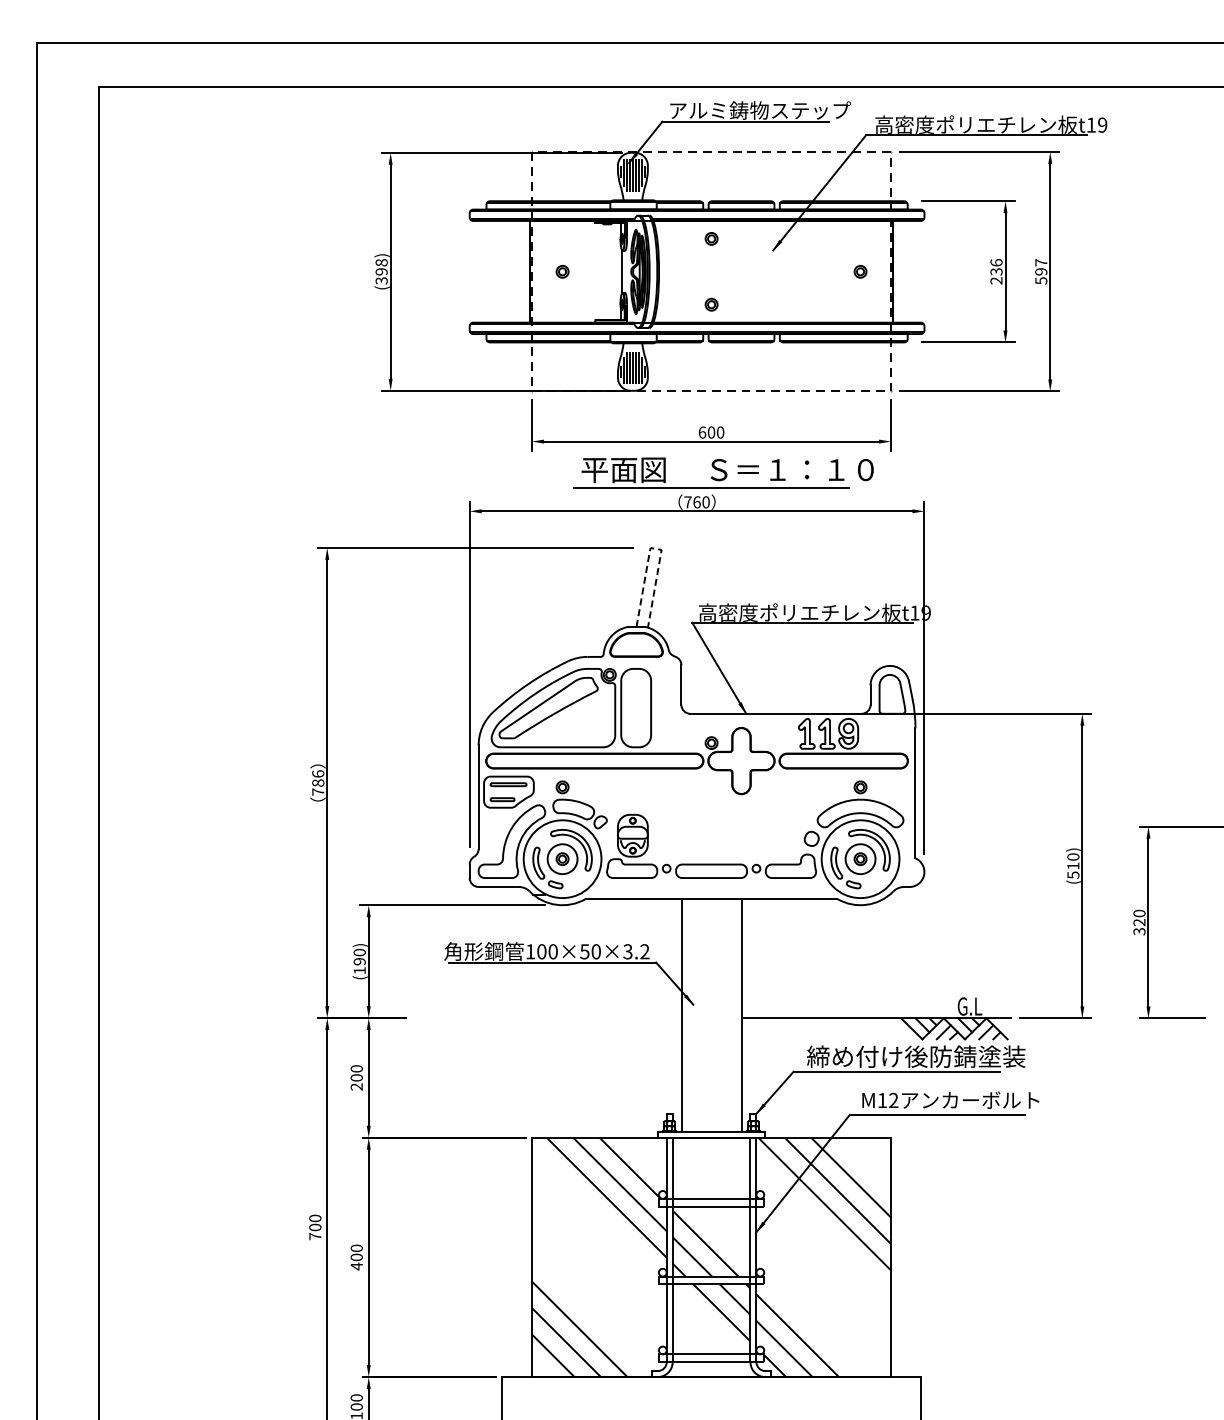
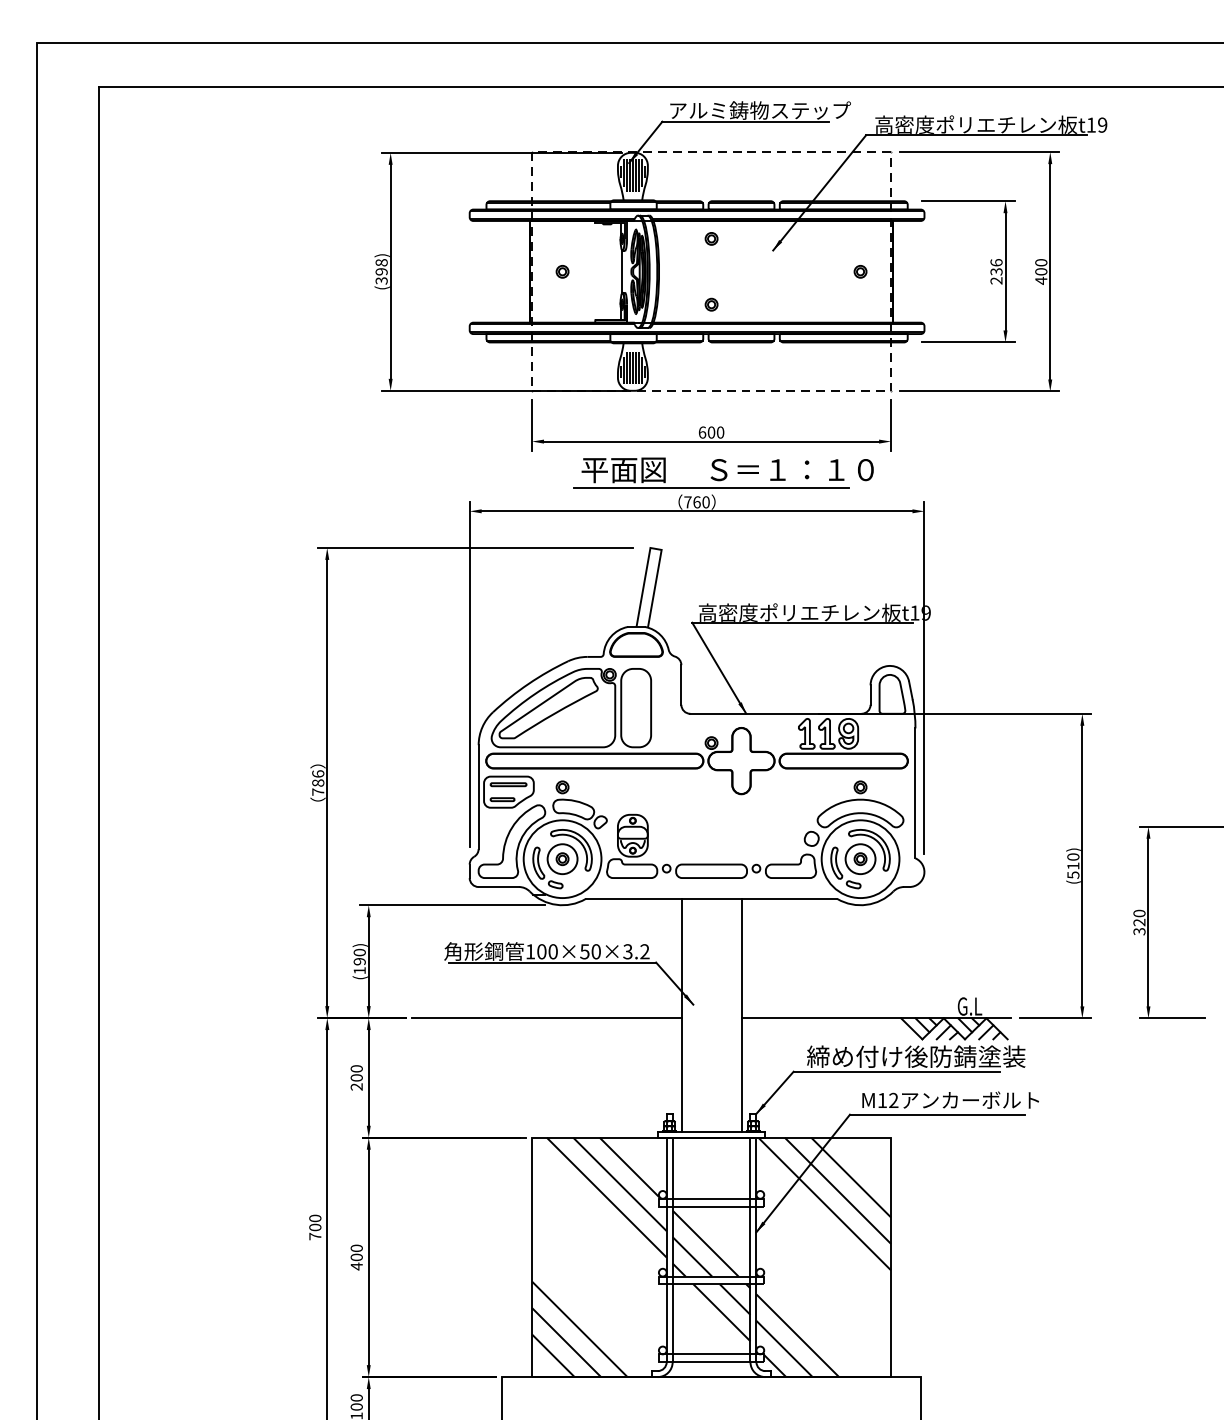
text at (1041, 271): 597 -> 400
line at (655, 548): dashed -> solid
line at (546, 1018): none -> present
